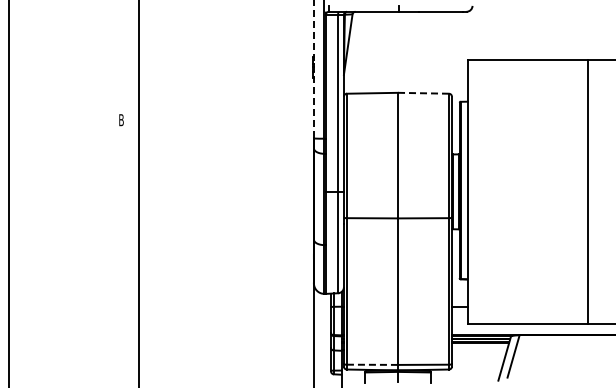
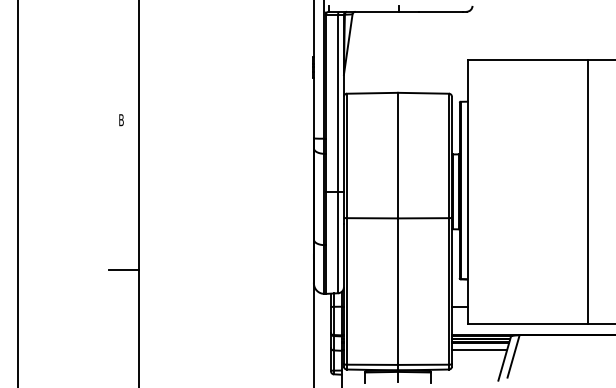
line at (313, 68): dashed -> solid
line at (423, 93): dashed -> solid
line at (9, 193) position: (9, 193) -> (18, 193)
line at (123, 270): none -> present
line at (479, 349): none -> present
line at (372, 364): dashed -> solid
